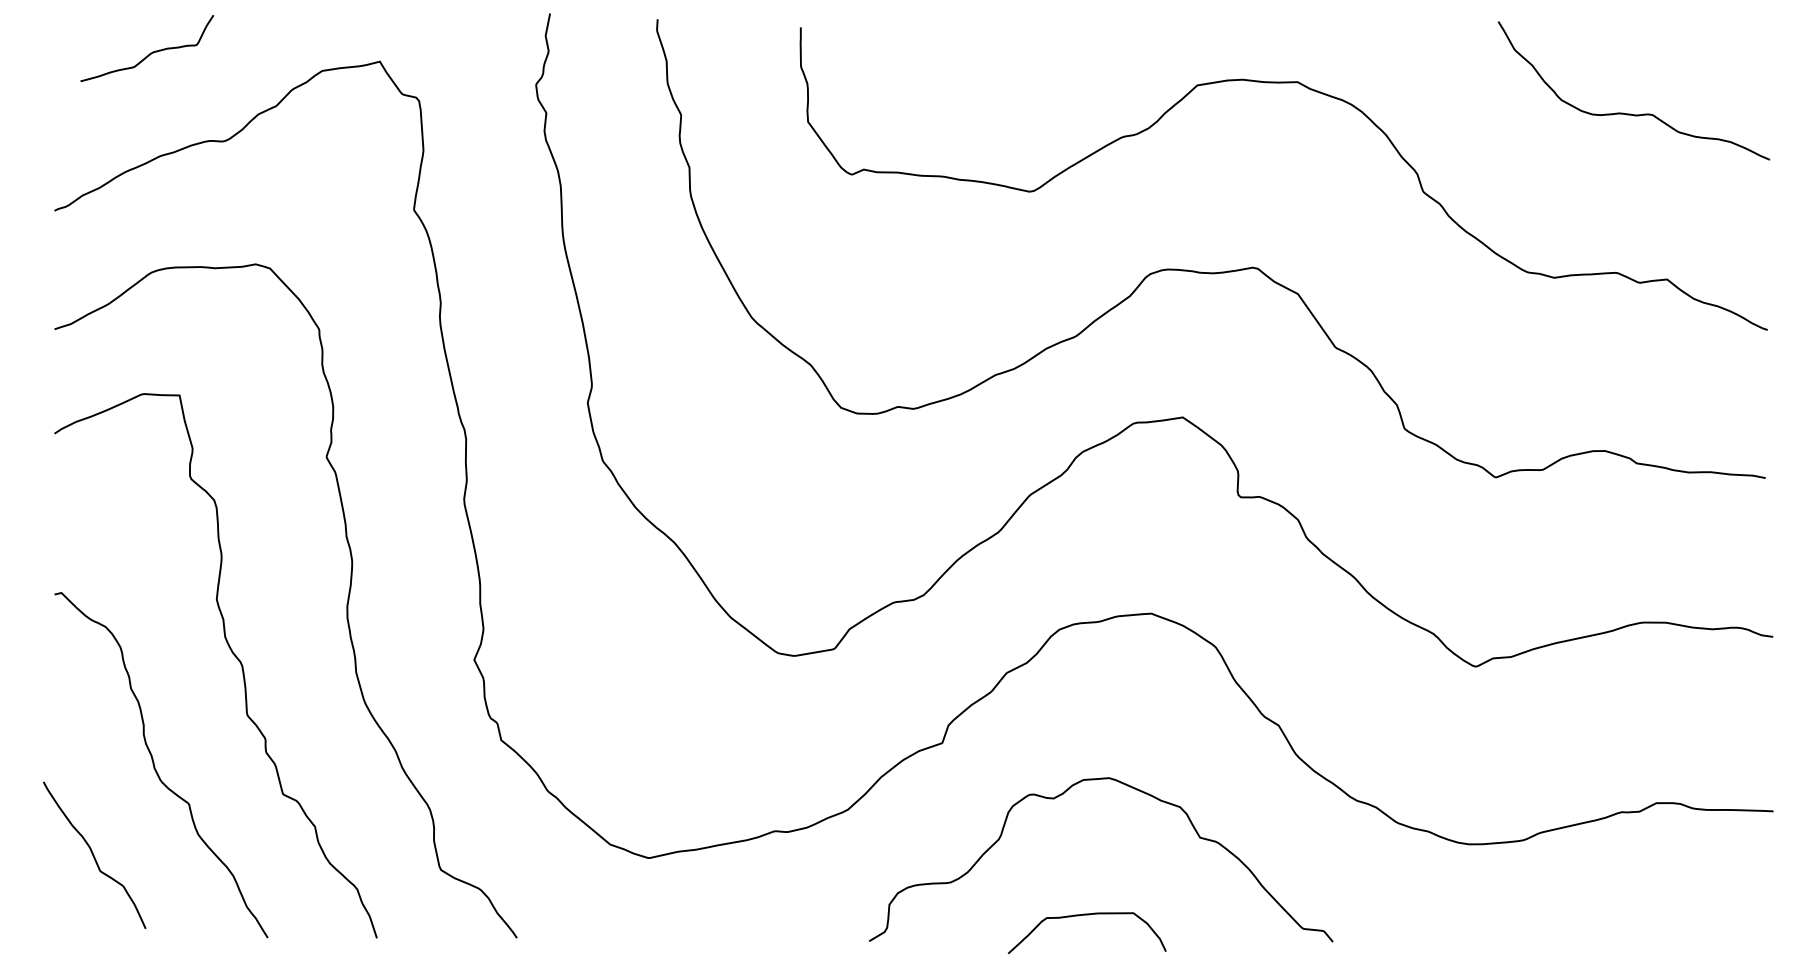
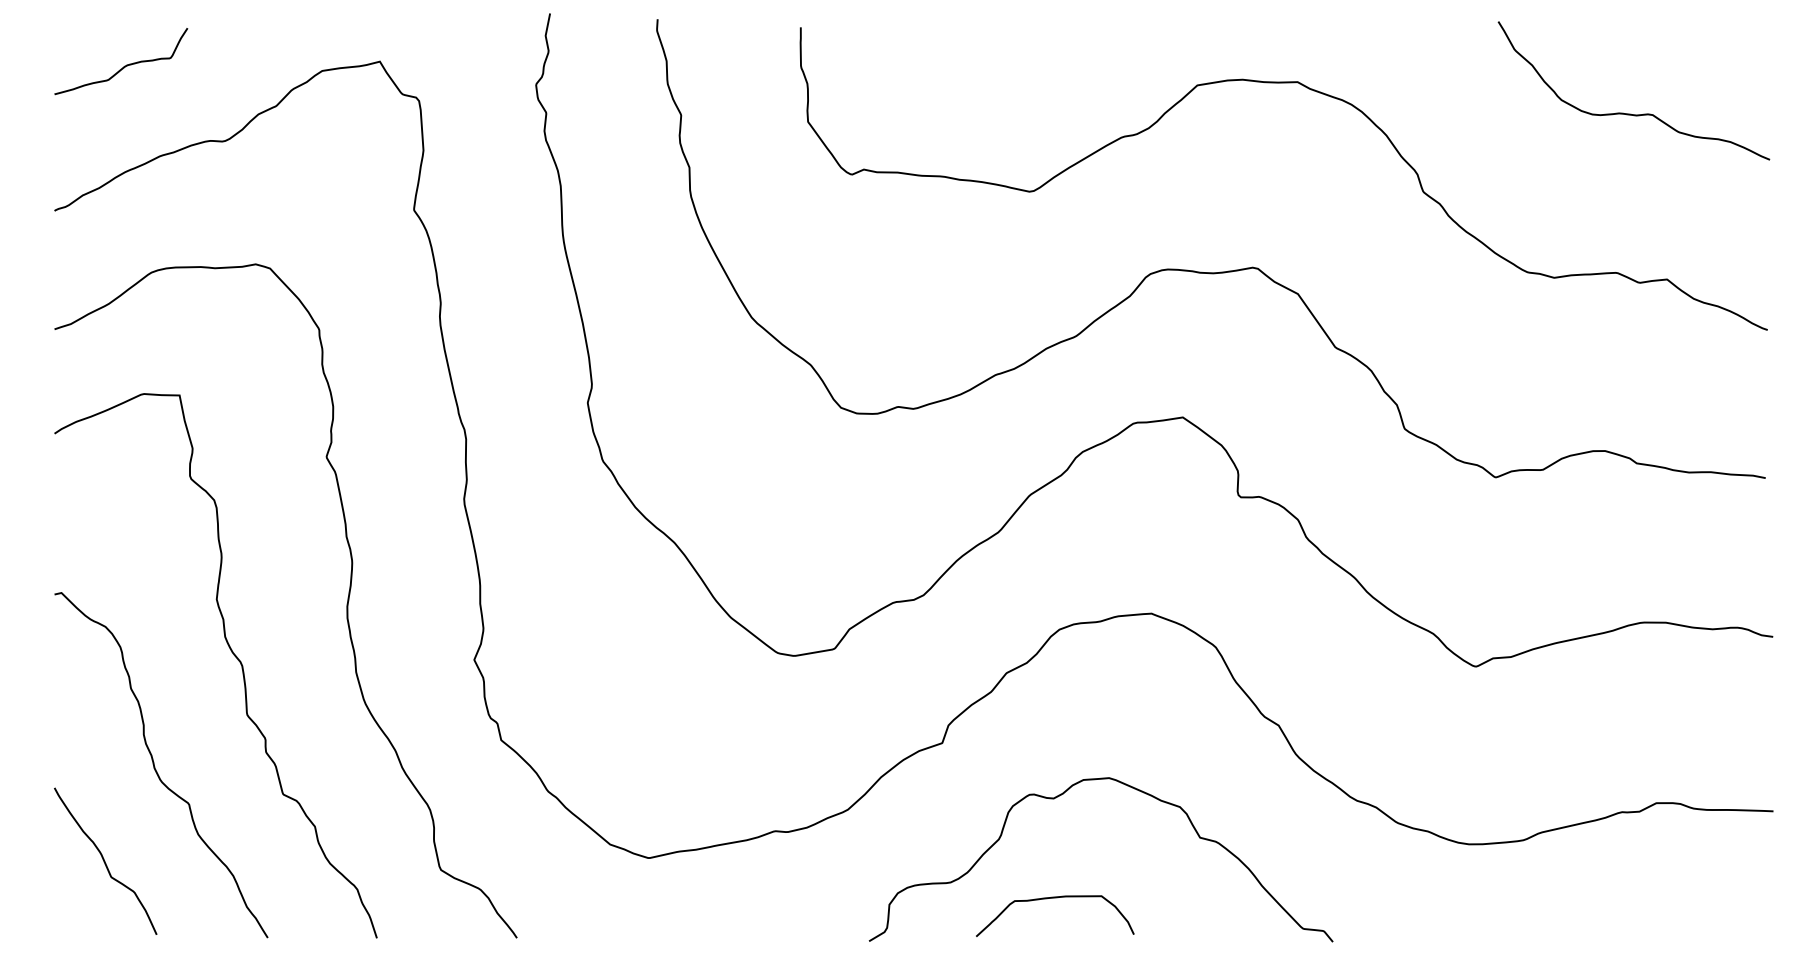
curve at (150, 52) position: (150, 52) -> (124, 65)
curve at (93, 854) position: (93, 854) -> (104, 860)
curve at (1087, 915) position: (1087, 915) -> (1055, 898)
